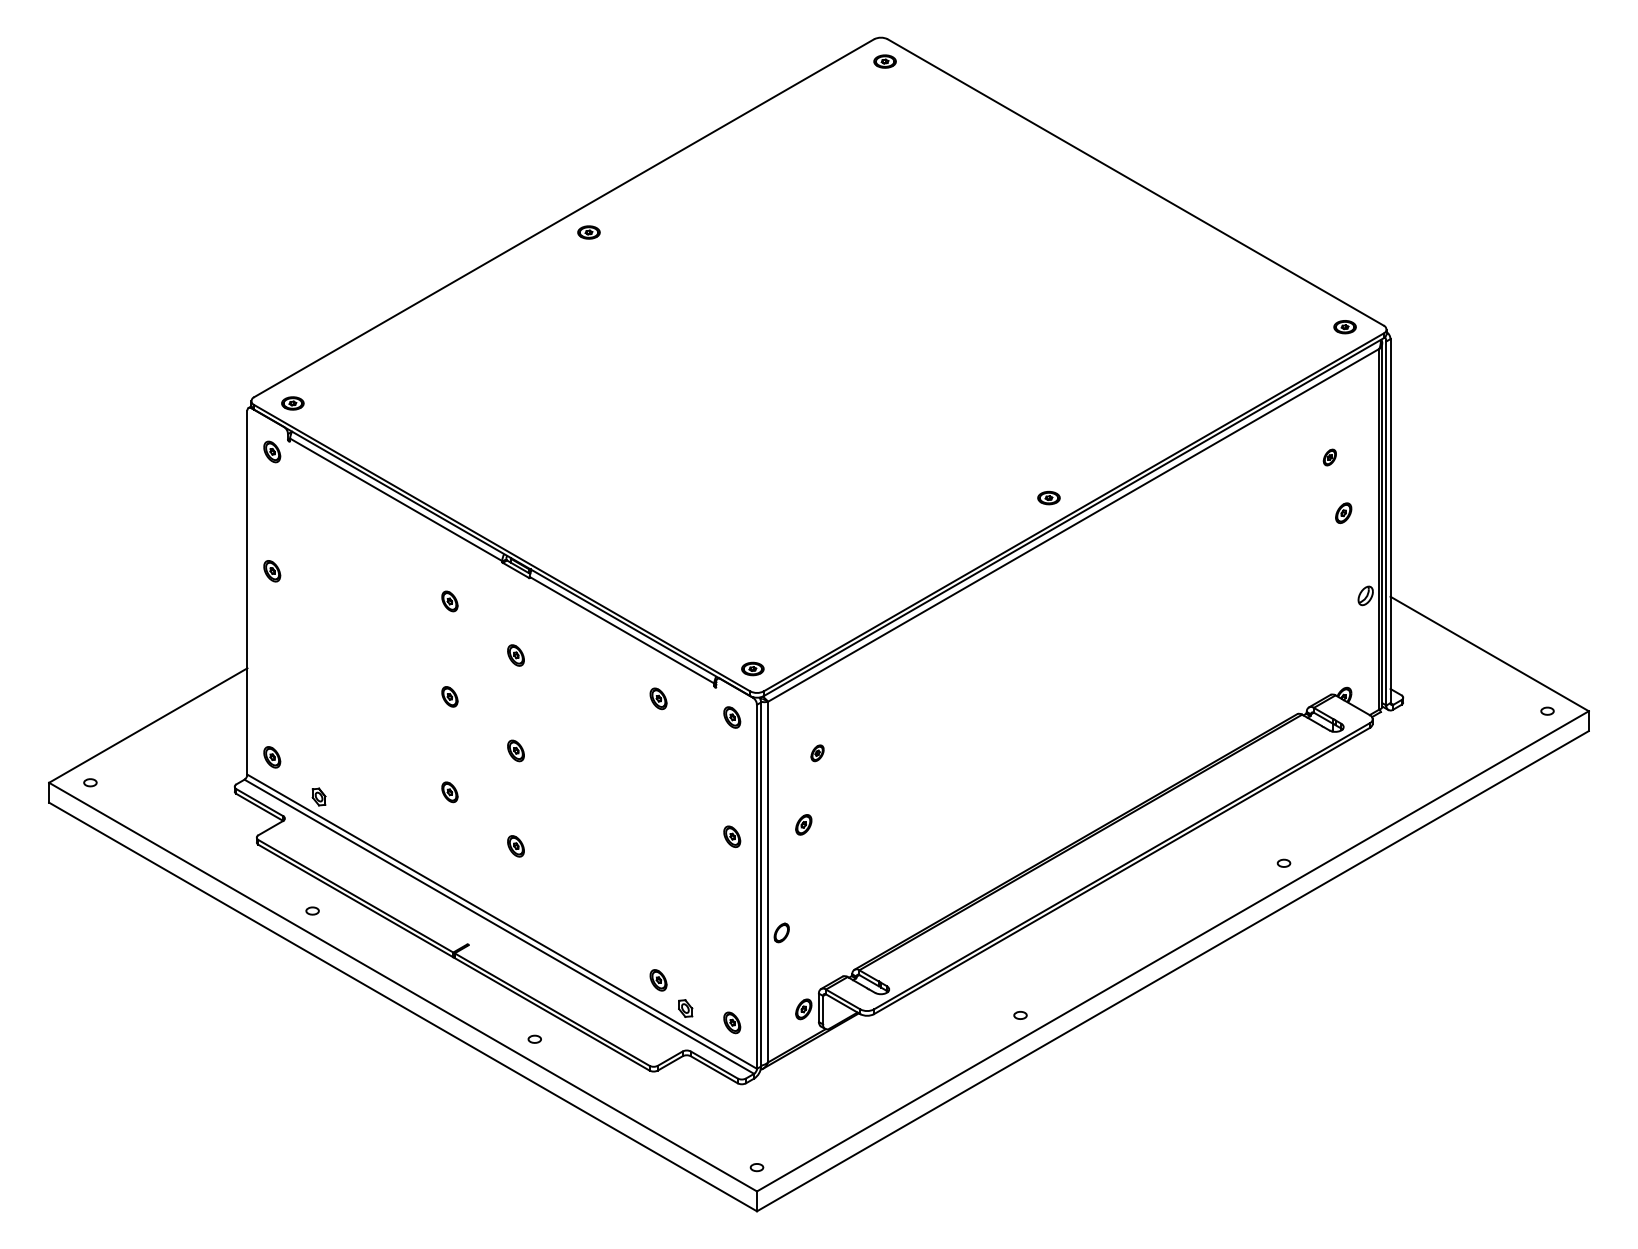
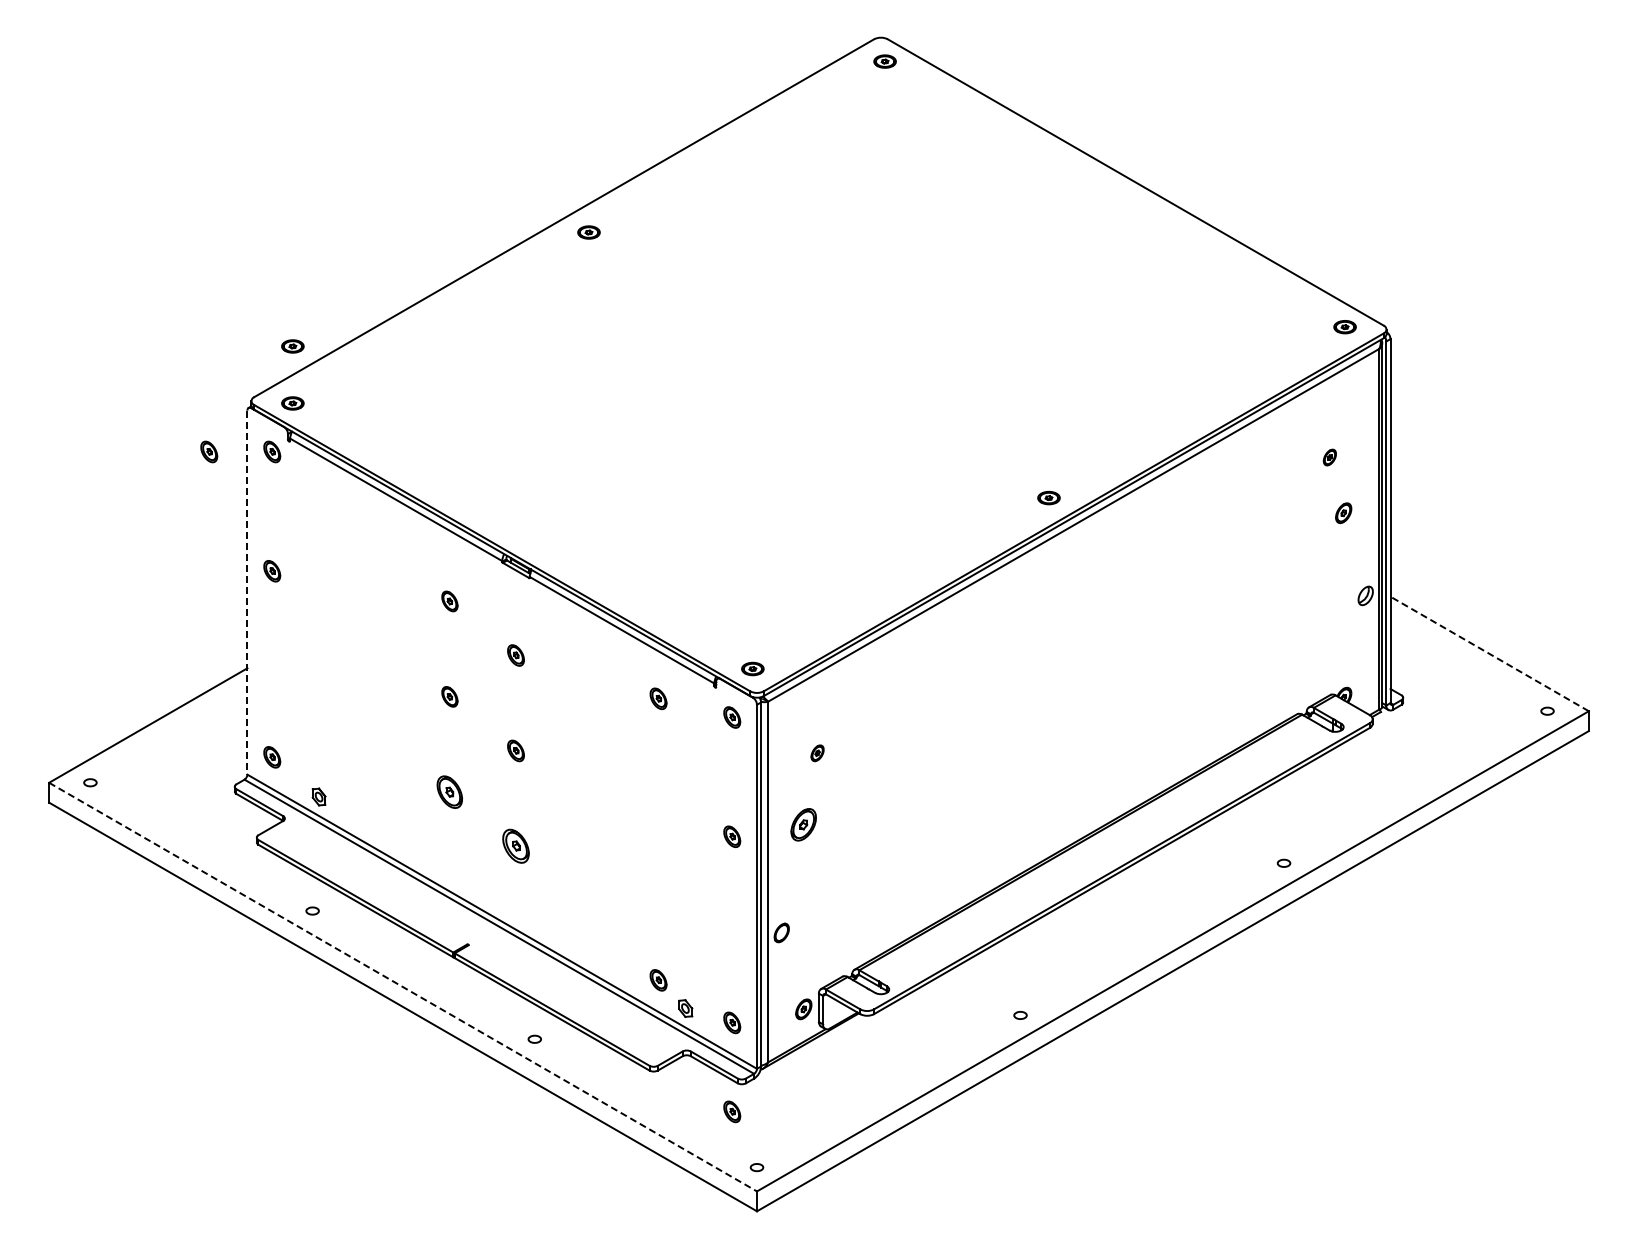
part at (292, 346): none -> present
part at (209, 451): none -> present
line at (247, 593): solid -> dashed
line at (1489, 653): solid -> dashed
part at (449, 792) size: 18x23 px -> 27x34 px
part at (803, 824) size: 18x22 px -> 27x34 px
part at (515, 846) size: 18x23 px -> 28x36 px
line at (403, 987): solid -> dashed
part at (732, 1111): none -> present
